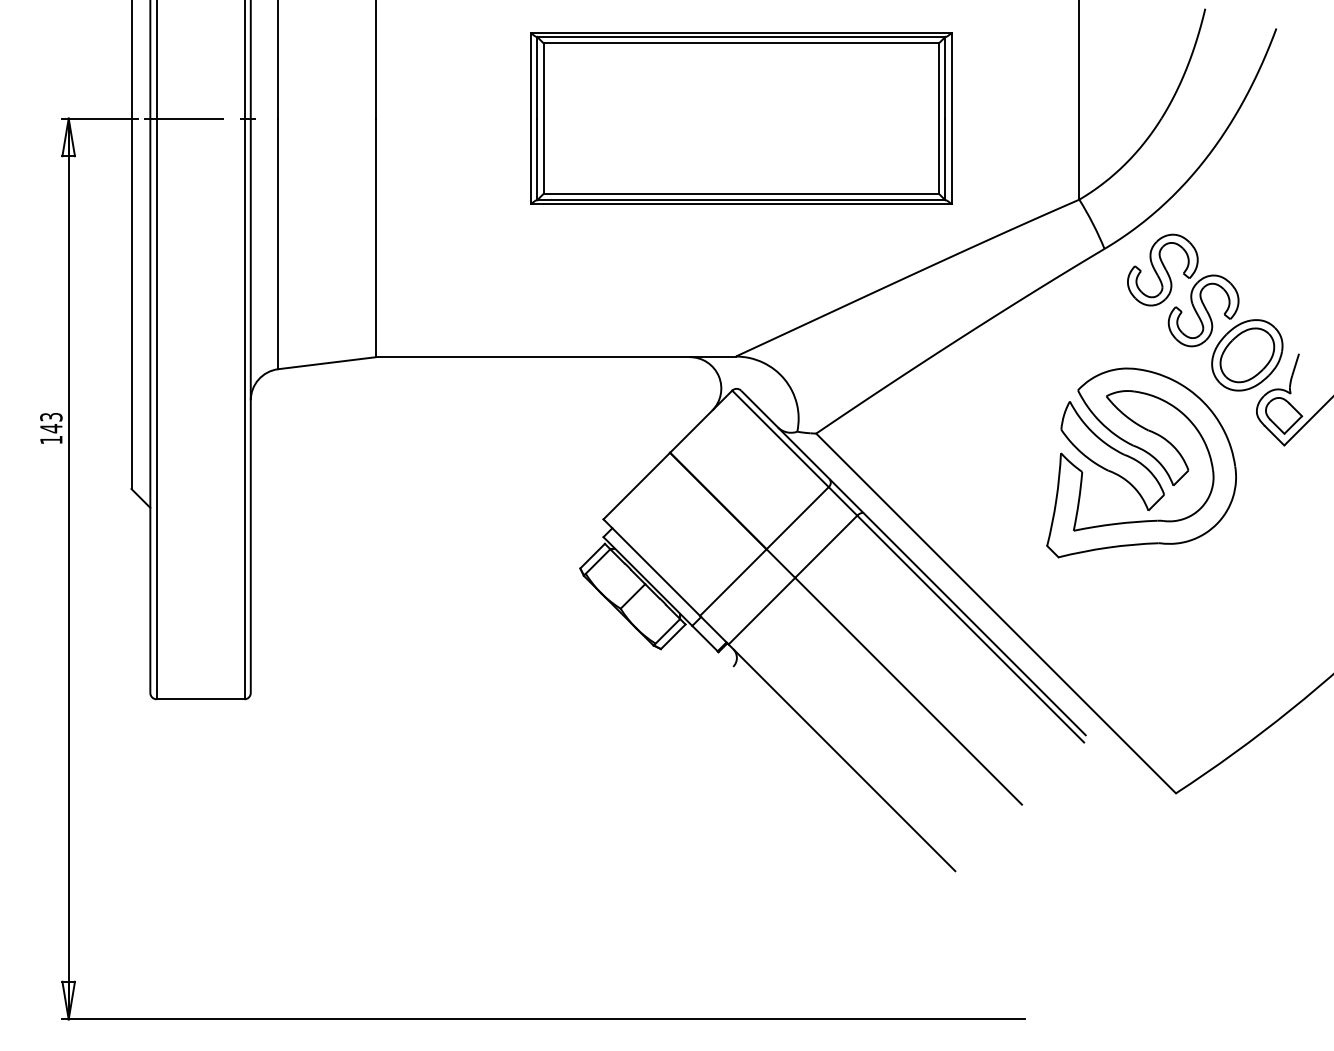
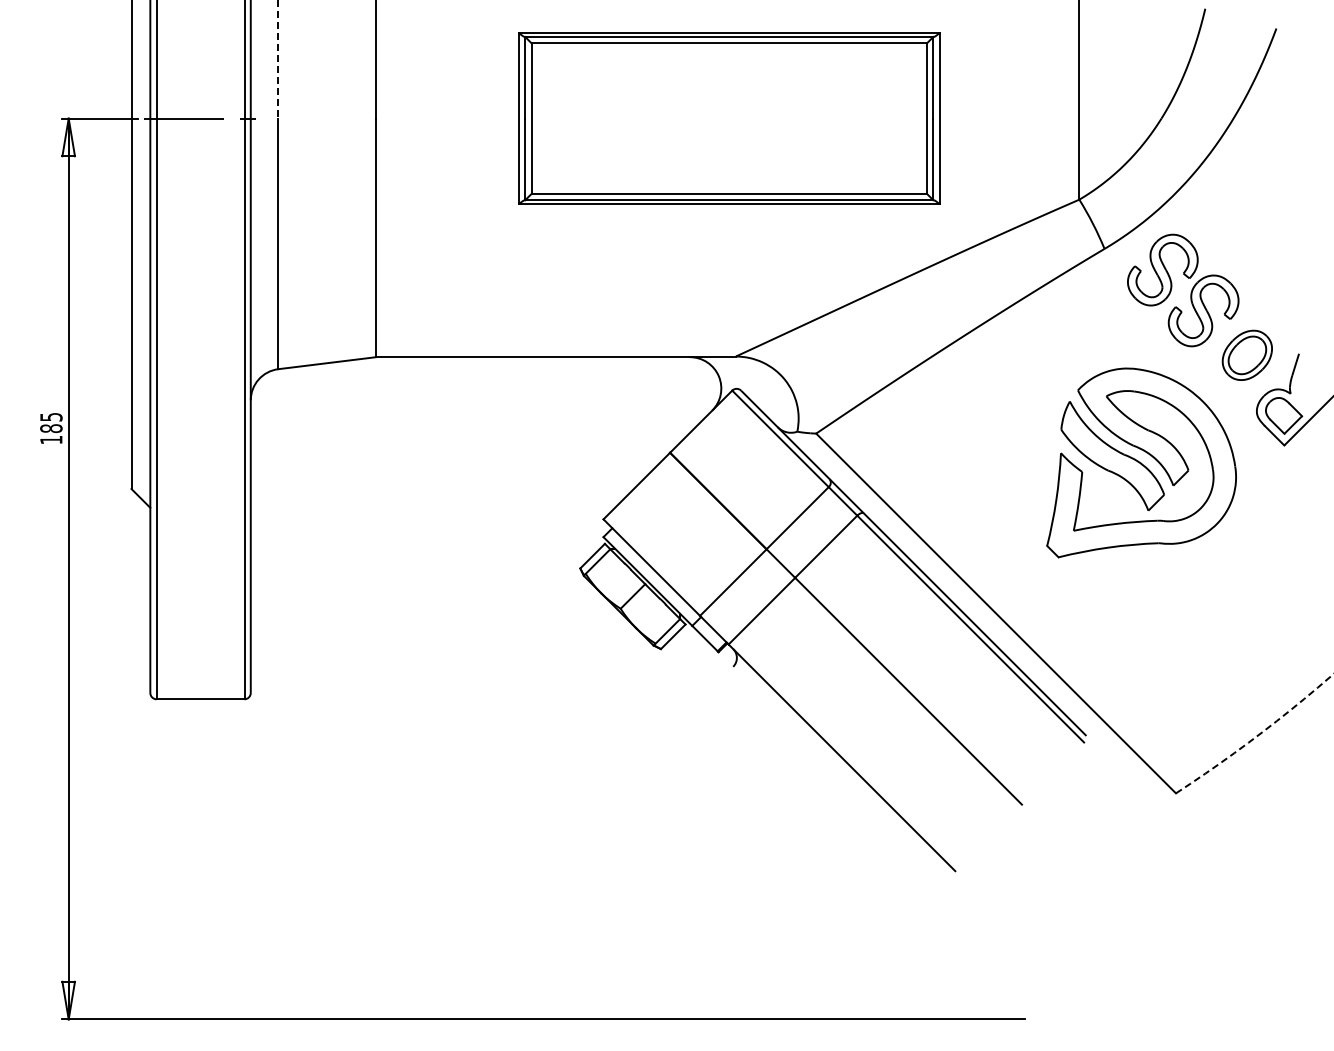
line at (278, 59): solid -> dashed
part at (741, 118) position: (741, 118) -> (729, 118)
part at (1247, 355) size: 73x73 px -> 52x52 px
text at (51, 423): 143 -> 185
arc at (1257, 736): solid -> dashed
